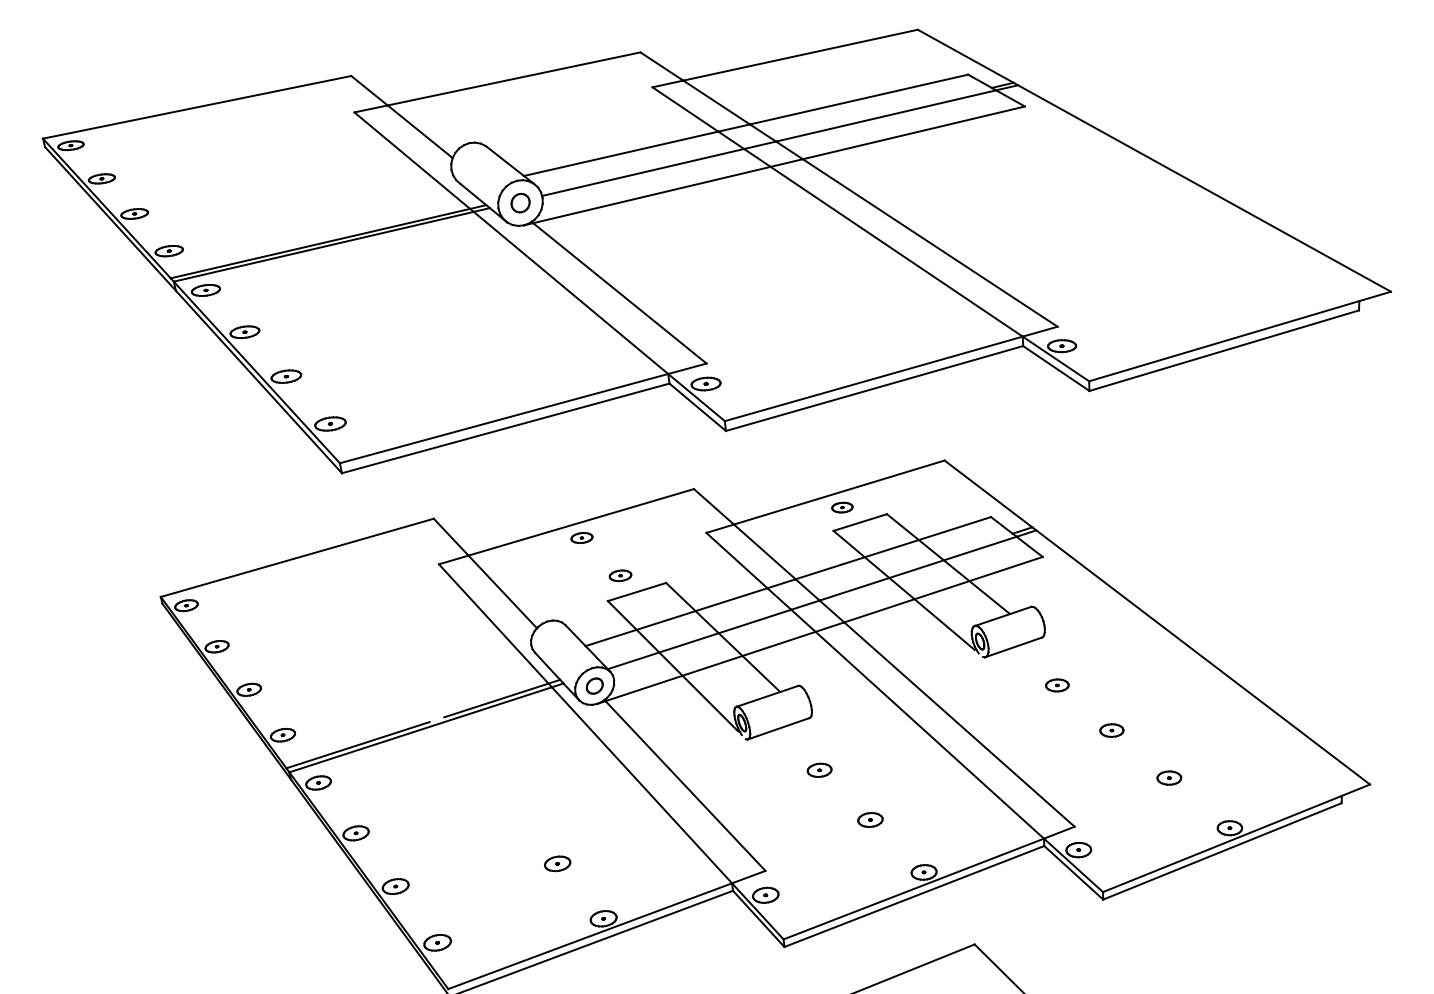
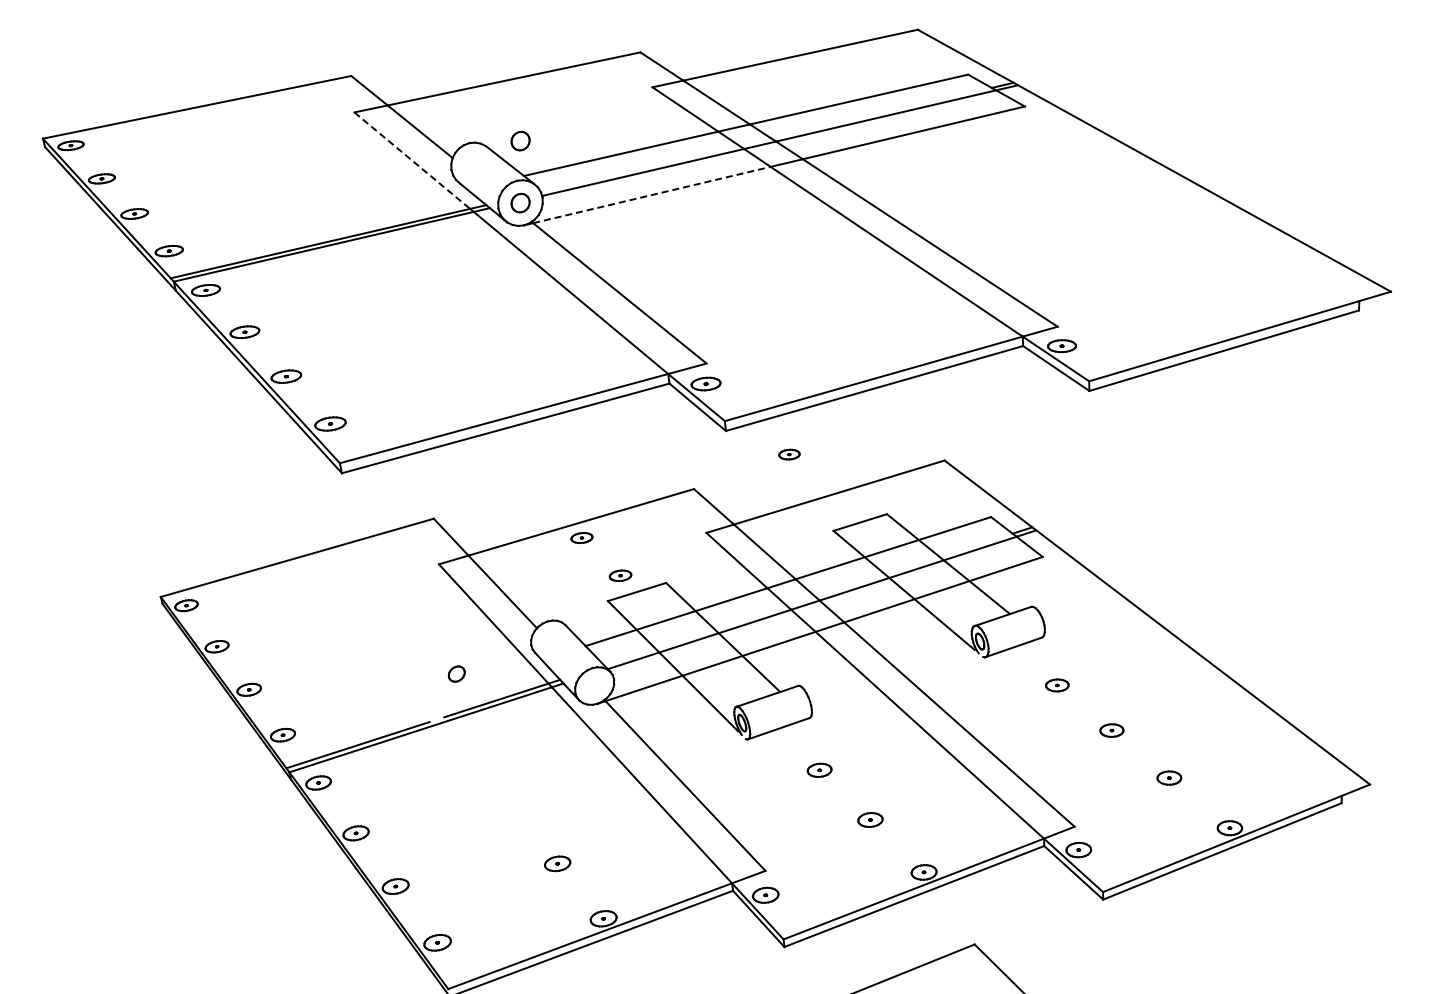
part at (520, 140): none -> present
line at (412, 160): solid -> dashed
line at (652, 194): solid -> dashed
part at (842, 507) position: (842, 507) -> (789, 454)
part at (594, 685) position: (594, 685) -> (456, 673)
